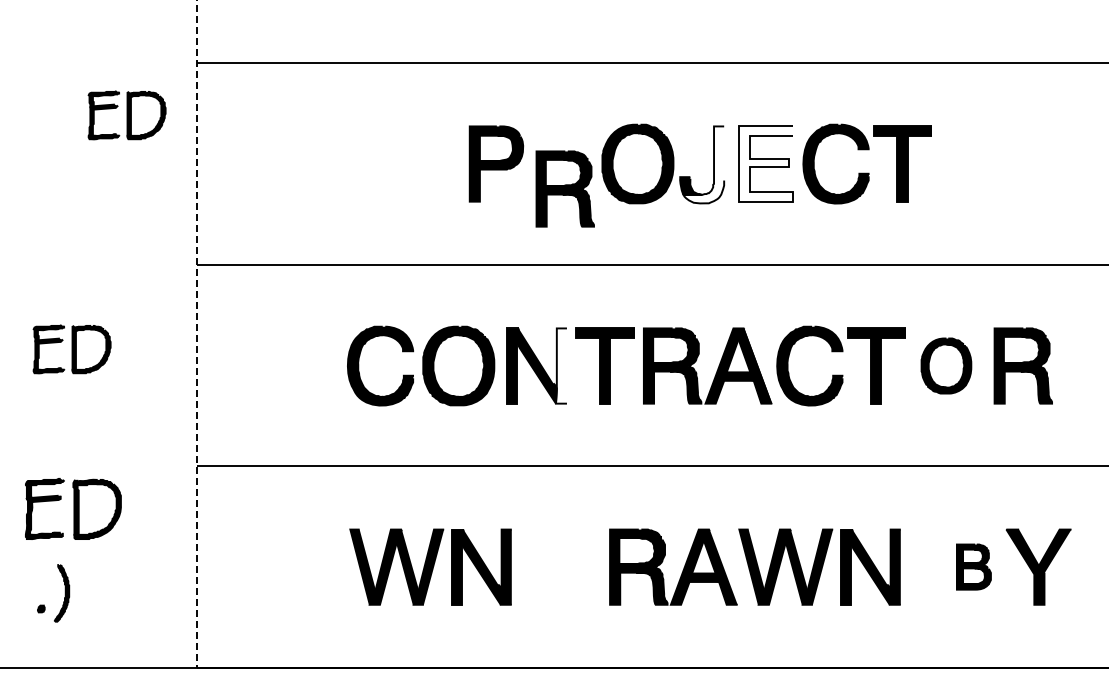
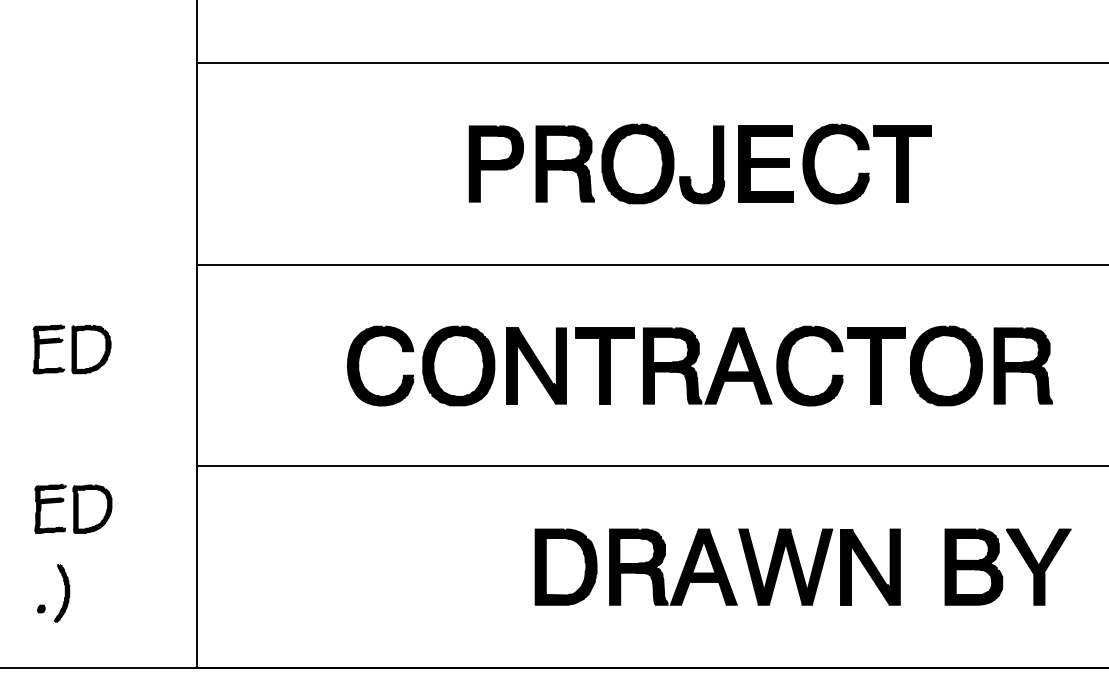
part at (126, 115): present -> none
fill at (766, 163): none -> present
fill at (703, 164): none -> present
part at (564, 188) position: (564, 188) -> (564, 163)
line at (196, 334): dashed -> solid
fill at (560, 365): none -> present
part at (946, 365) size: 53x58 px -> 73x82 px
part at (73, 508) size: 97x62 px -> 79x51 px
part at (430, 566): present -> none
part at (565, 566): none -> present
part at (973, 566) size: 36x48 px -> 60x78 px
